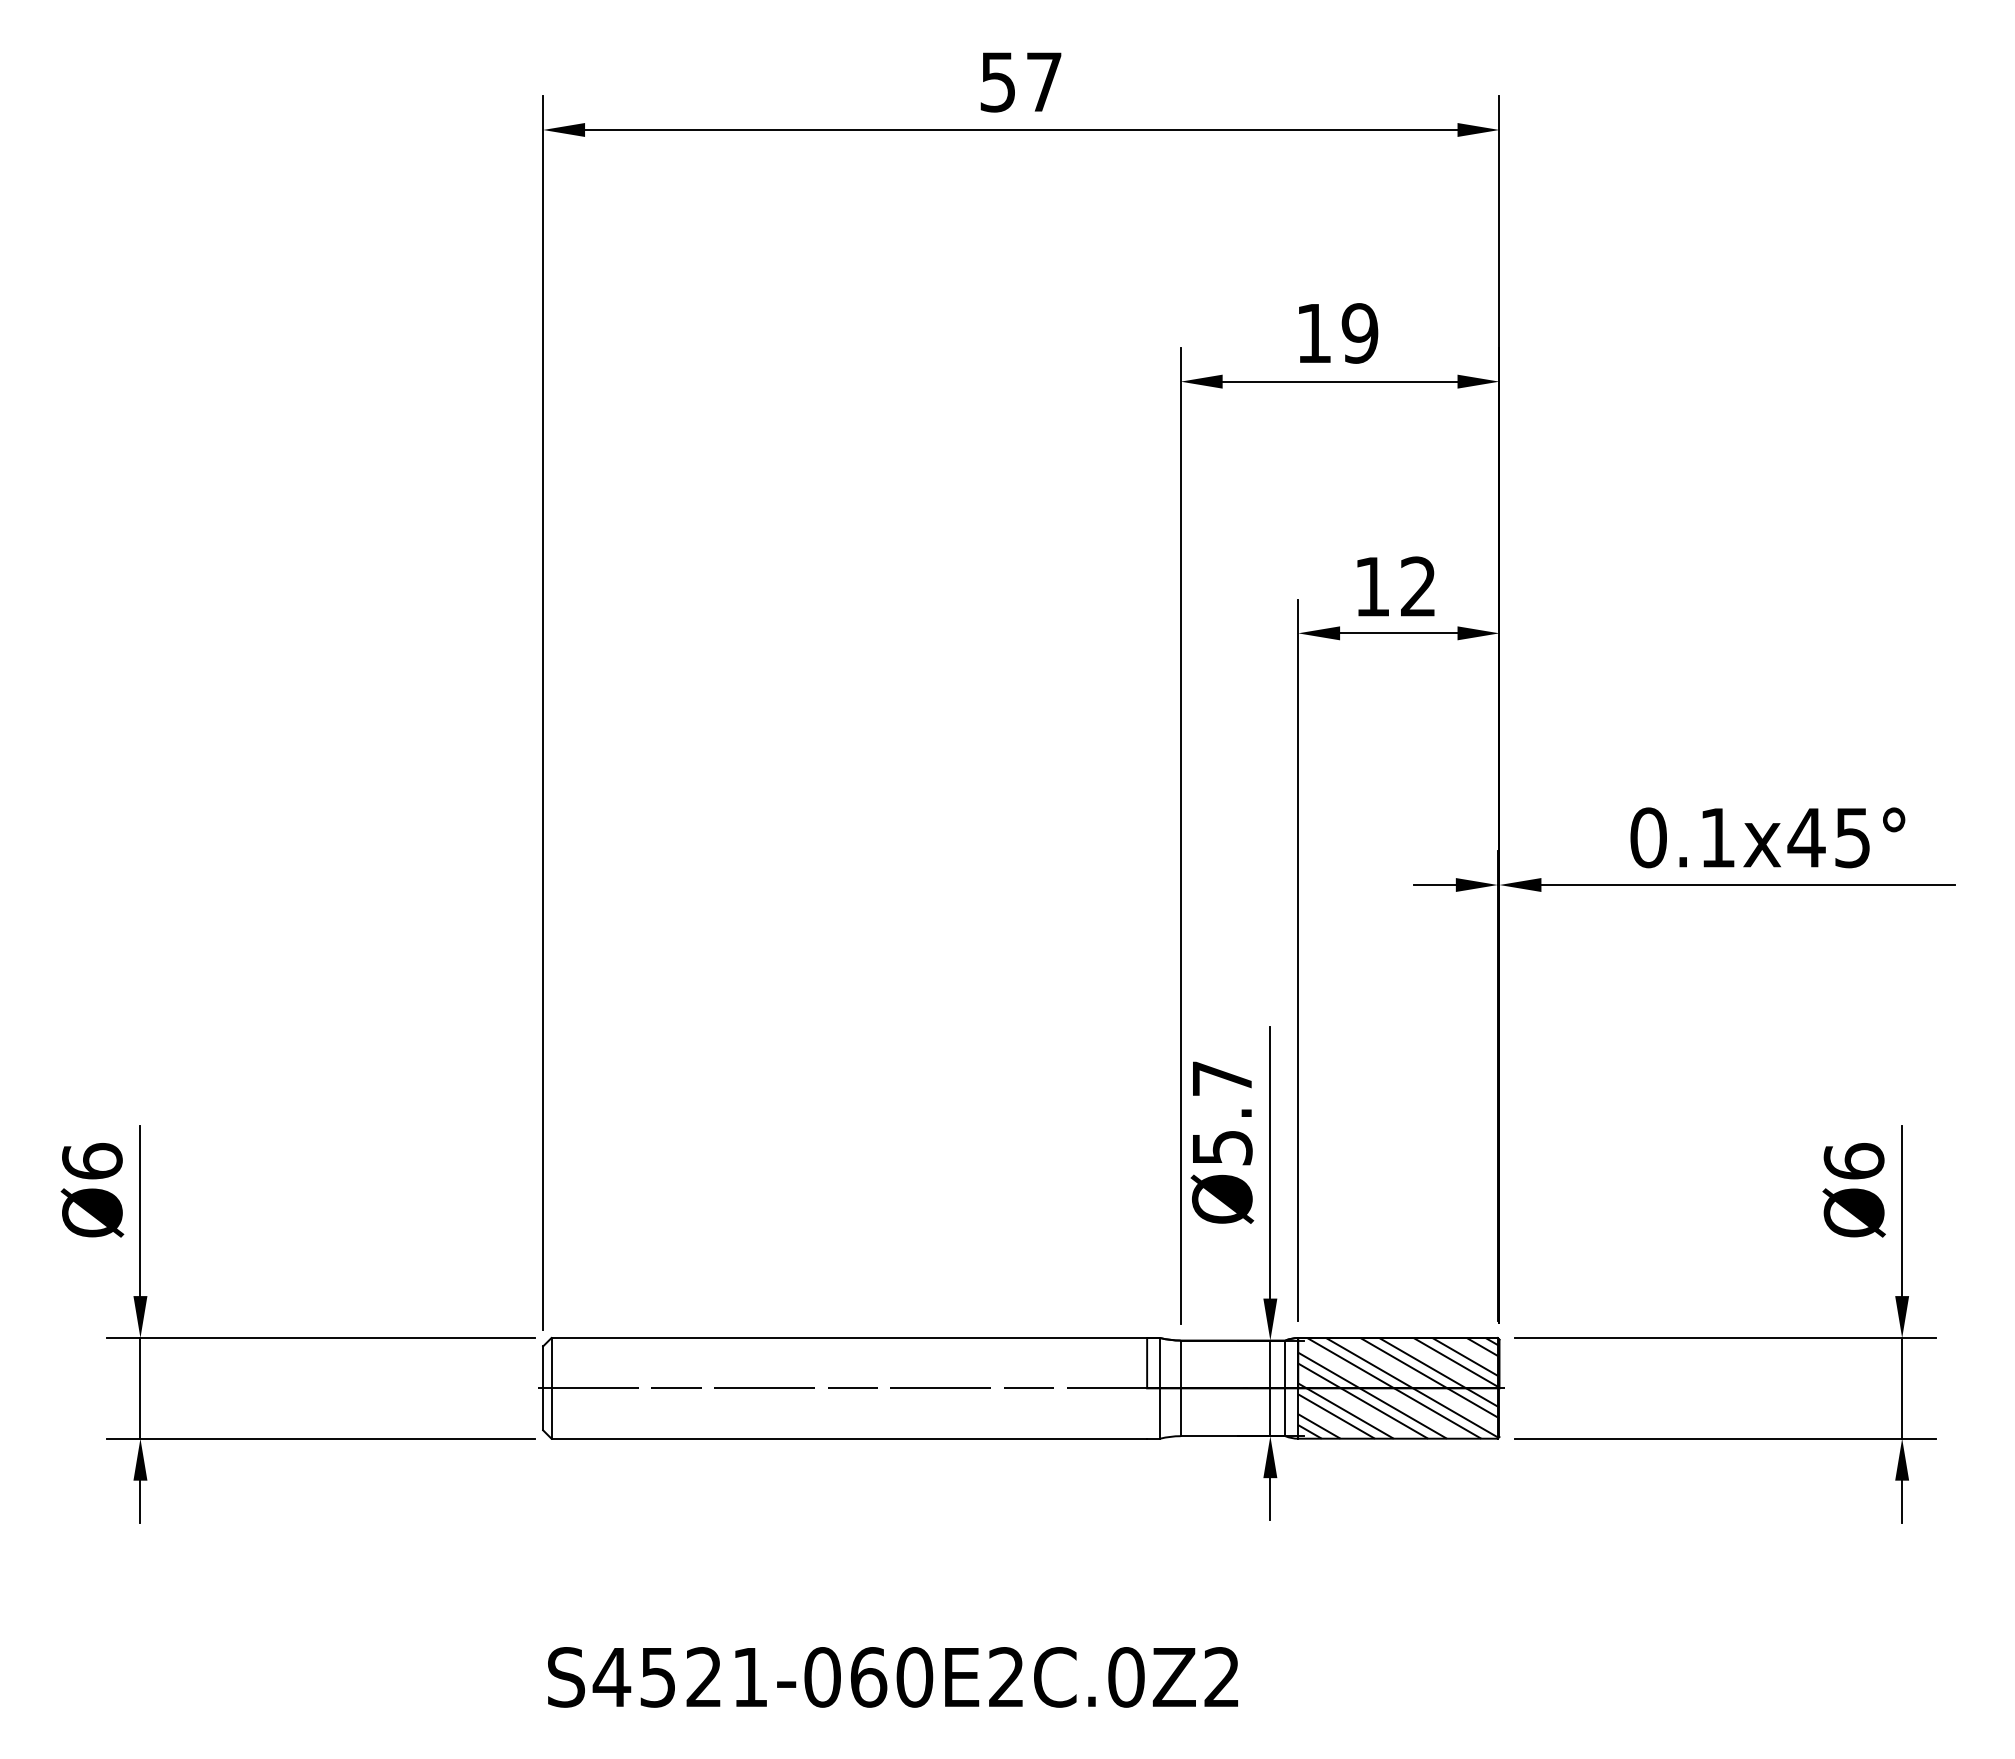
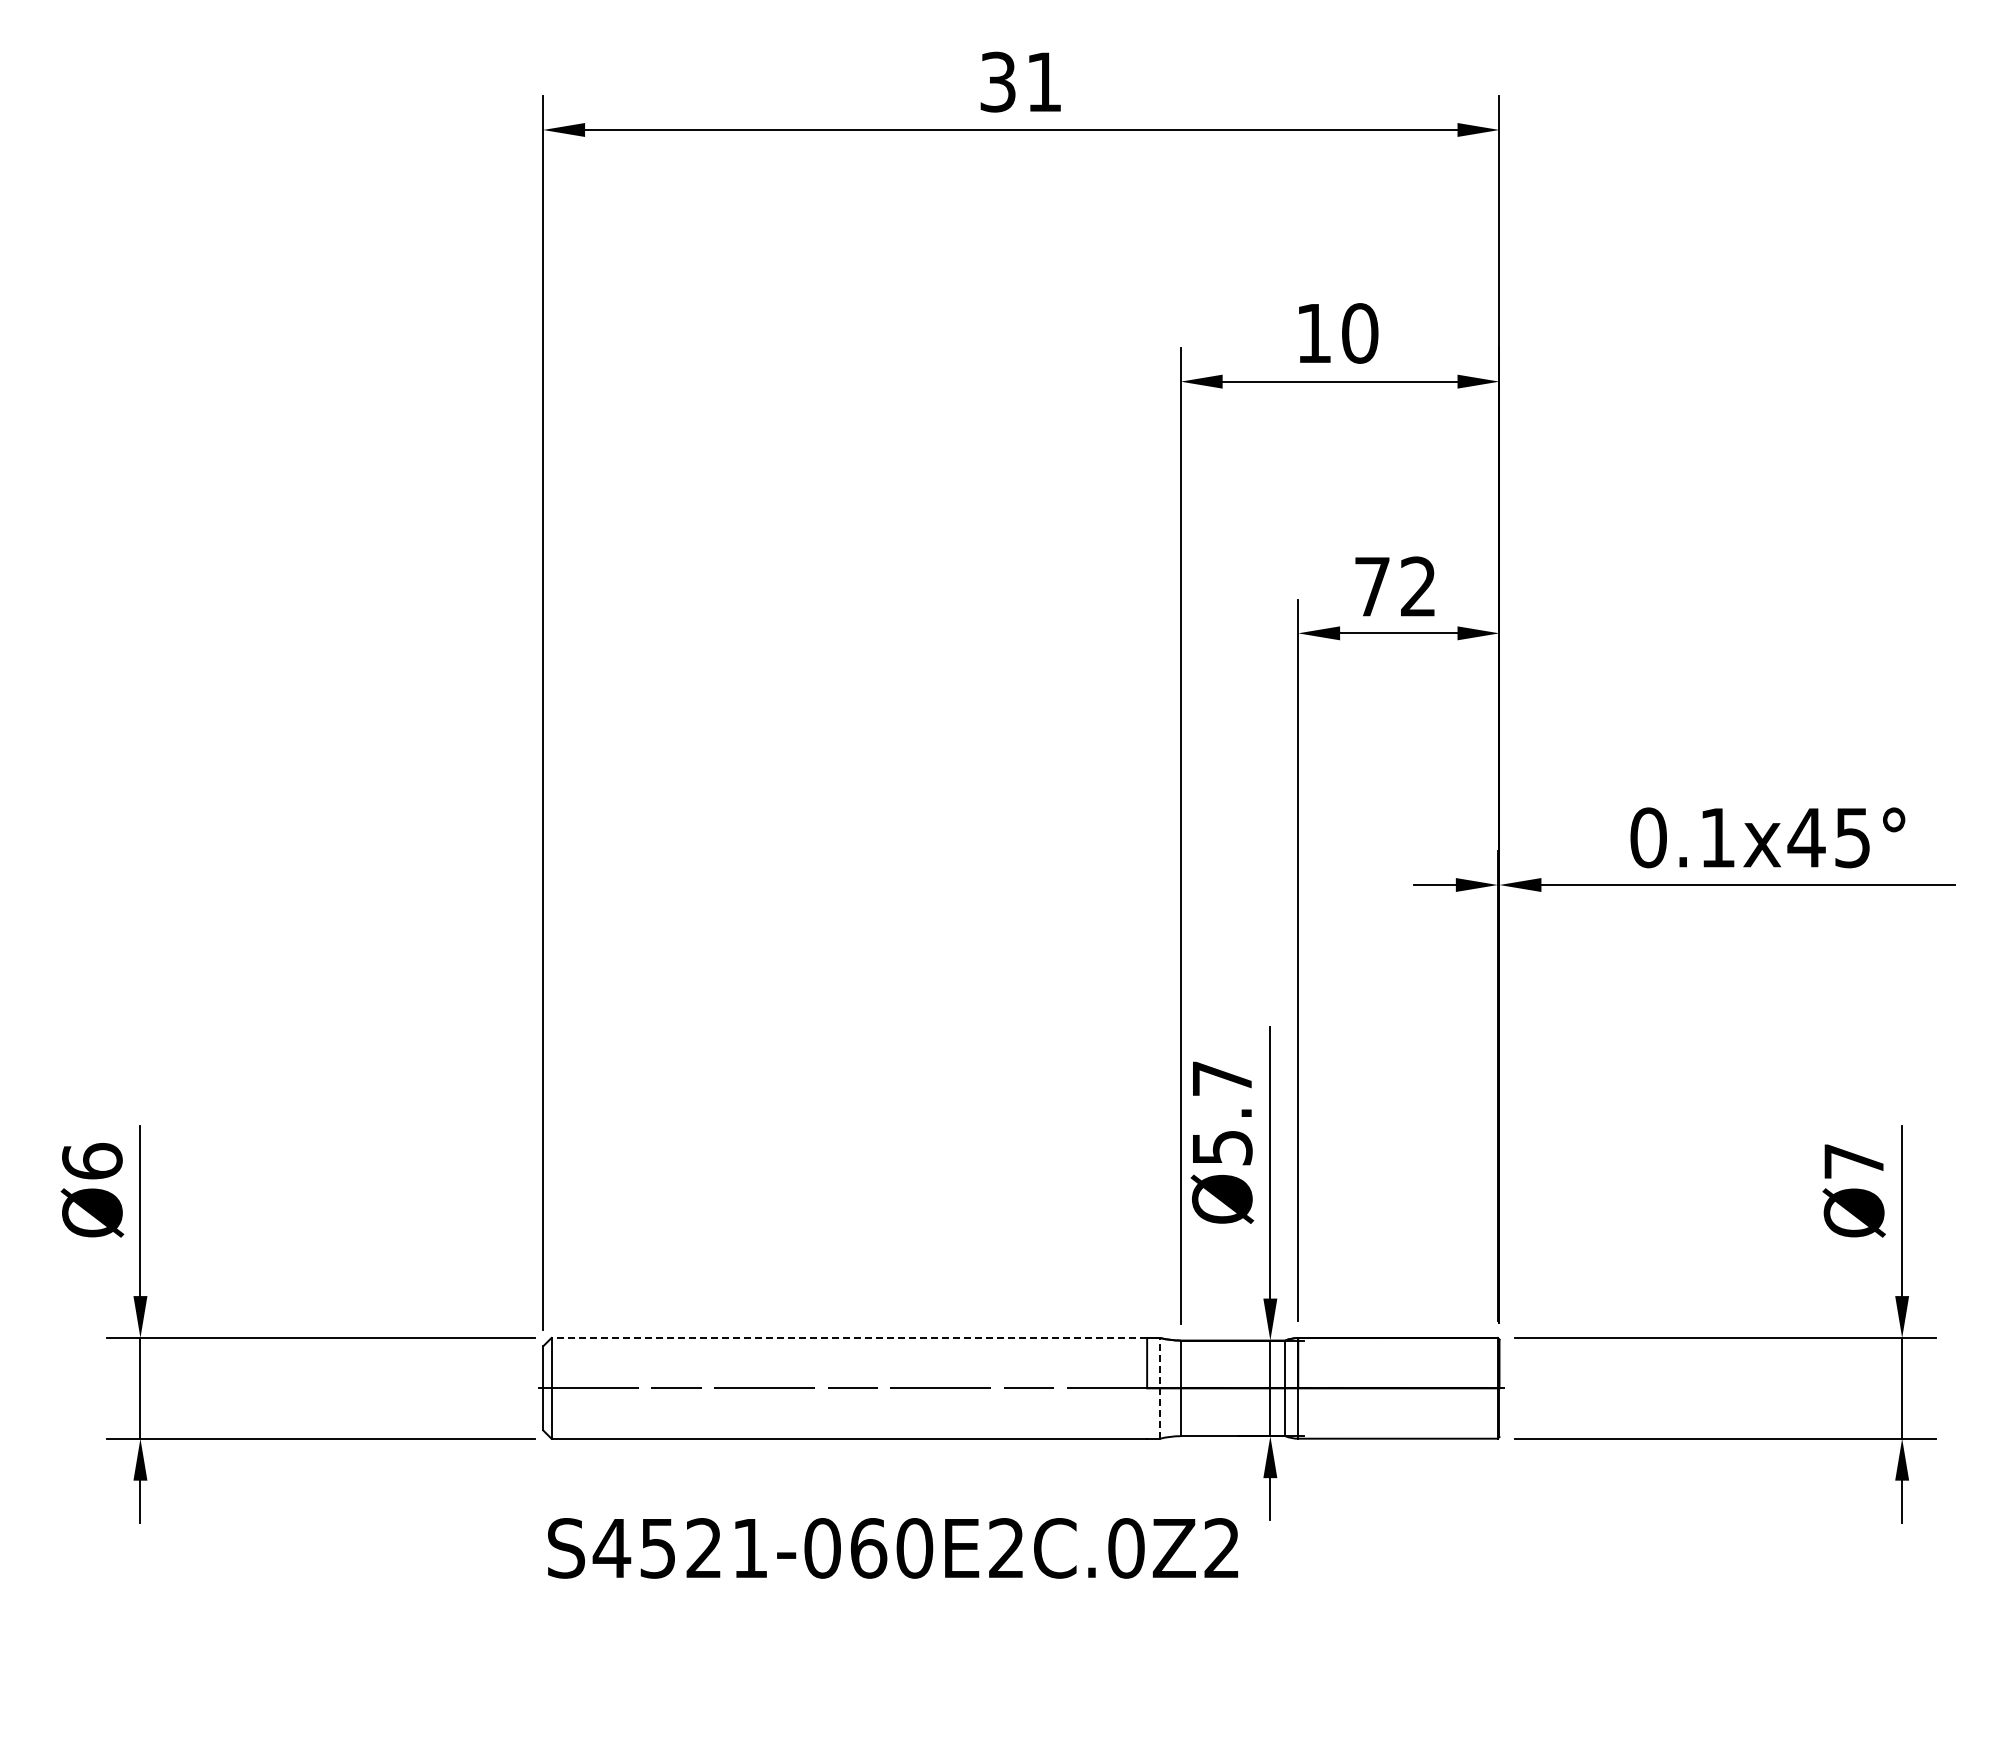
text at (1021, 81): 57 -> 31
text at (1359, 333): 19 -> 10
text at (1372, 586): 12 -> 72
text at (1853, 1161): Ø6 -> Ø7
line at (849, 1338): solid -> dashed
line at (1160, 1387): solid -> dashed
hatch at (1398, 1388): present -> none
text at (892, 1677) position: (892, 1677) -> (892, 1548)
